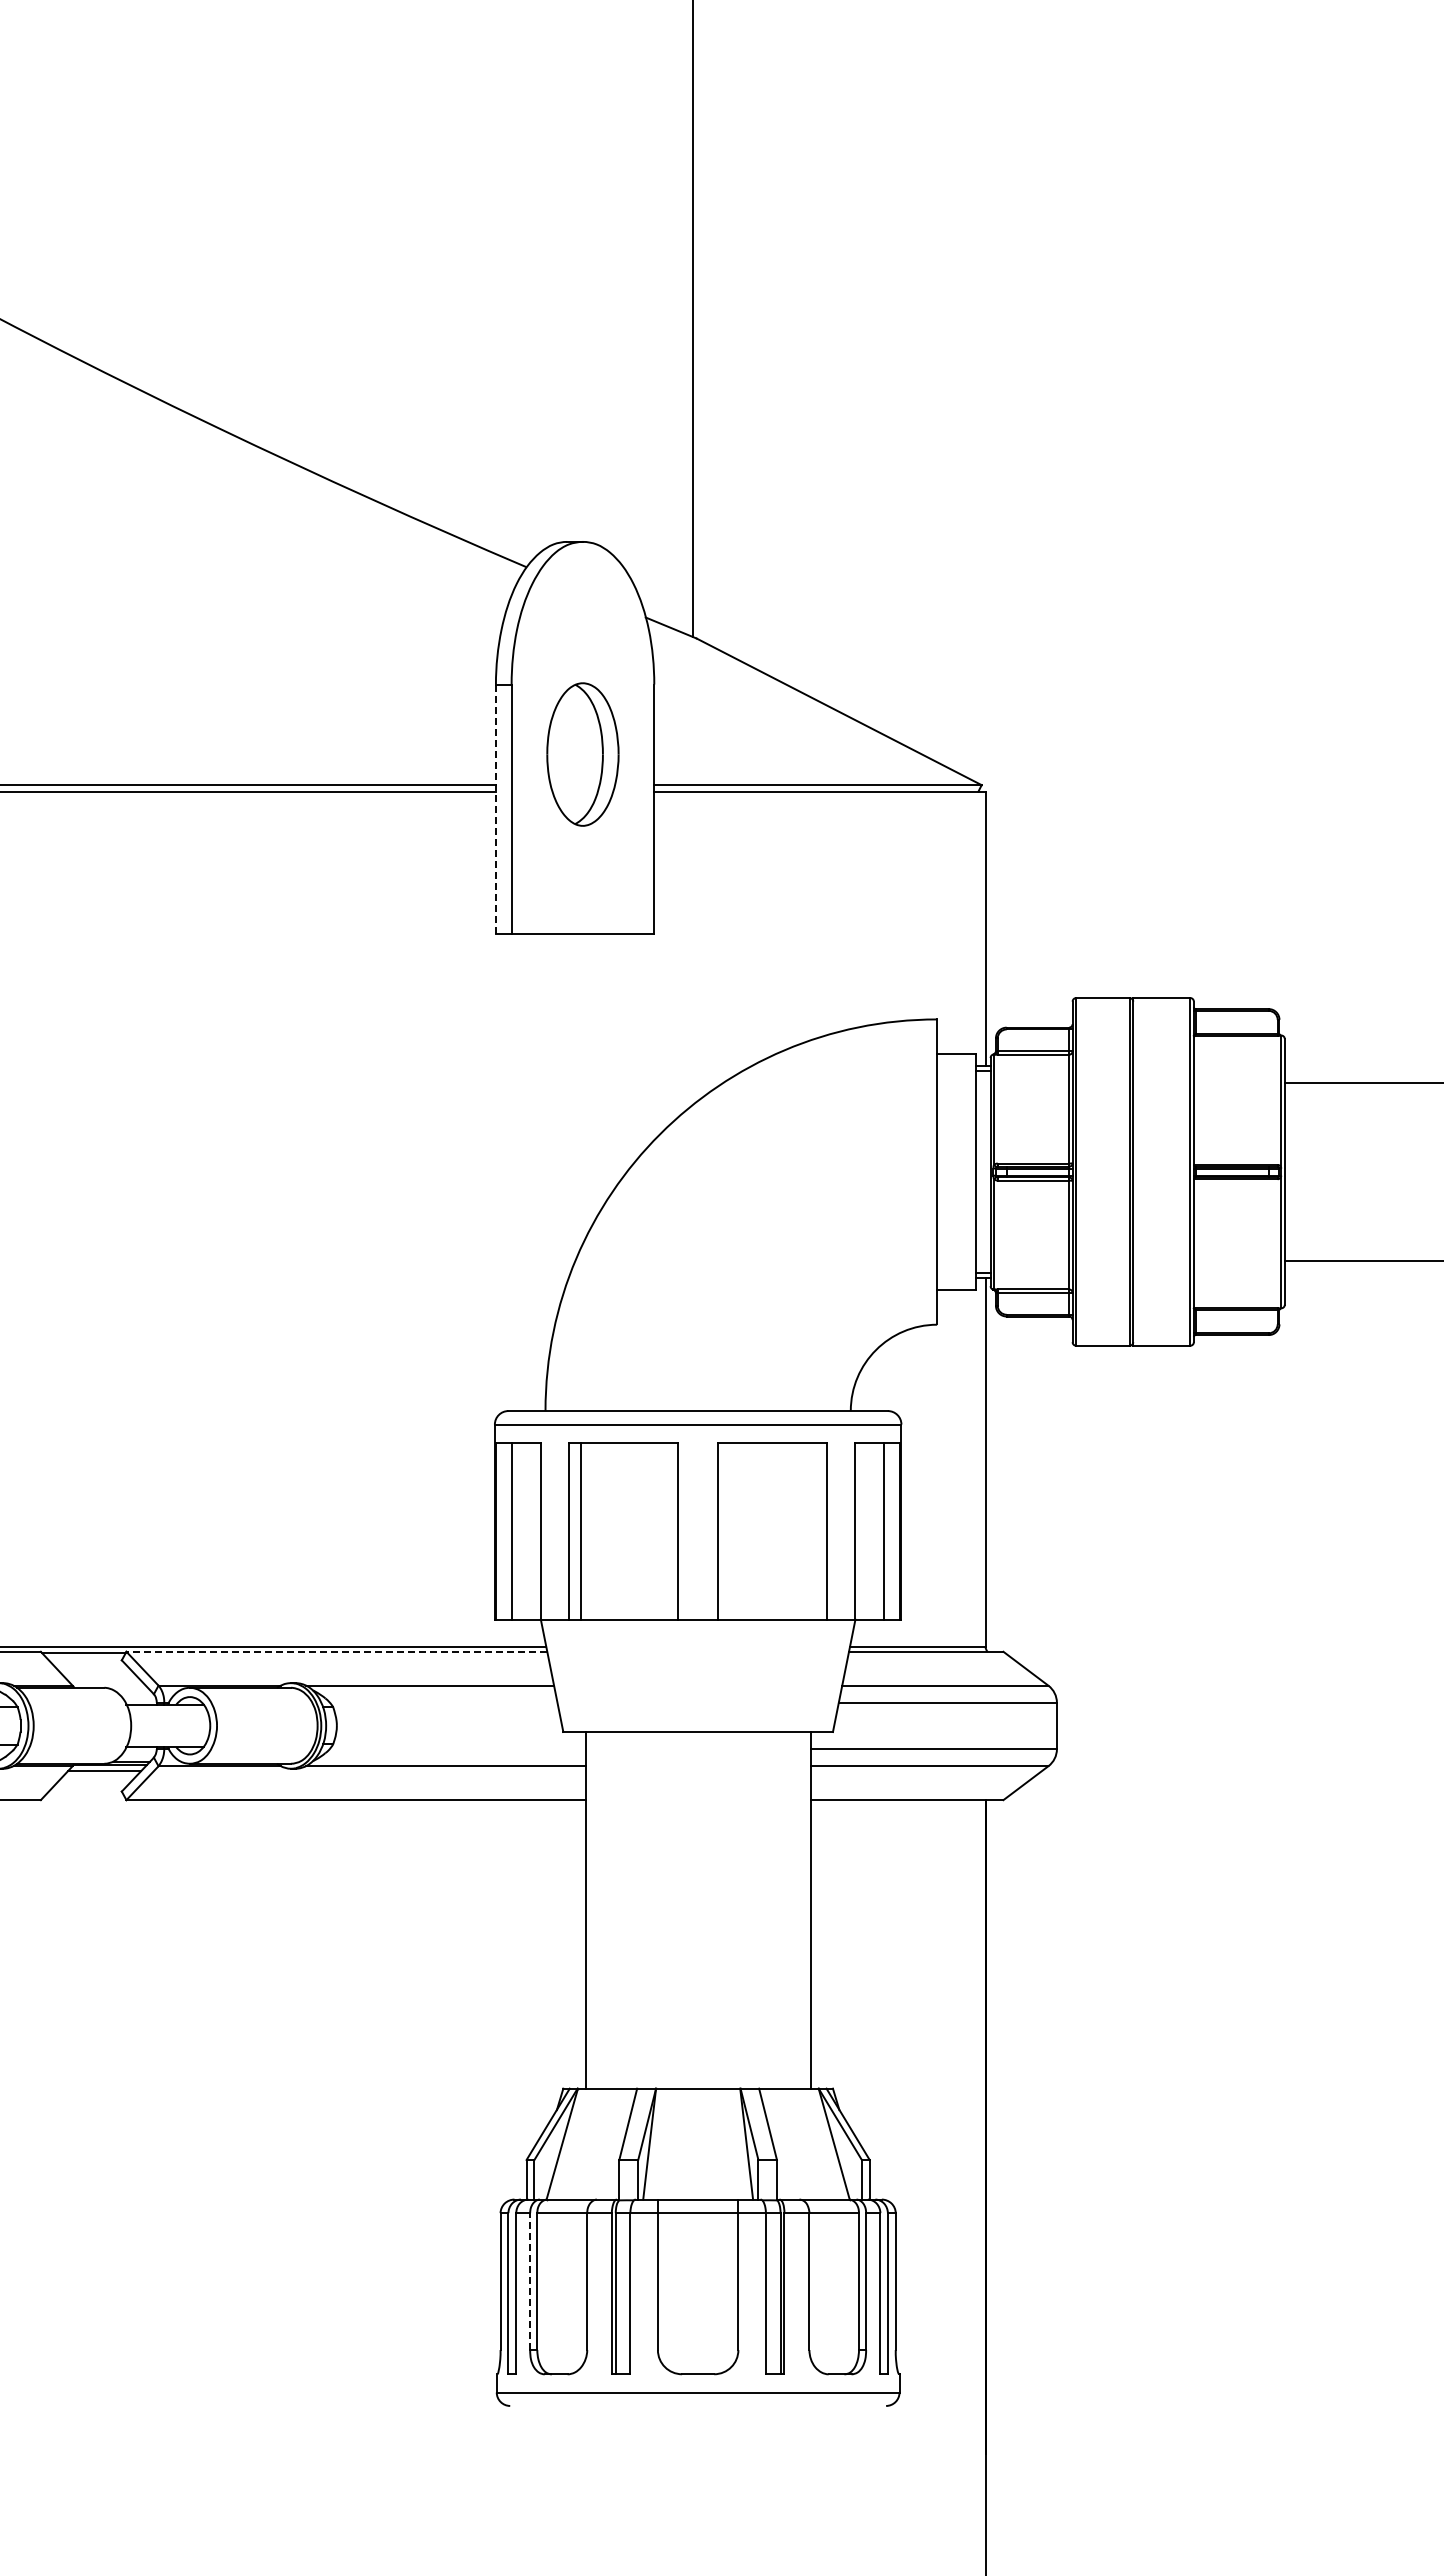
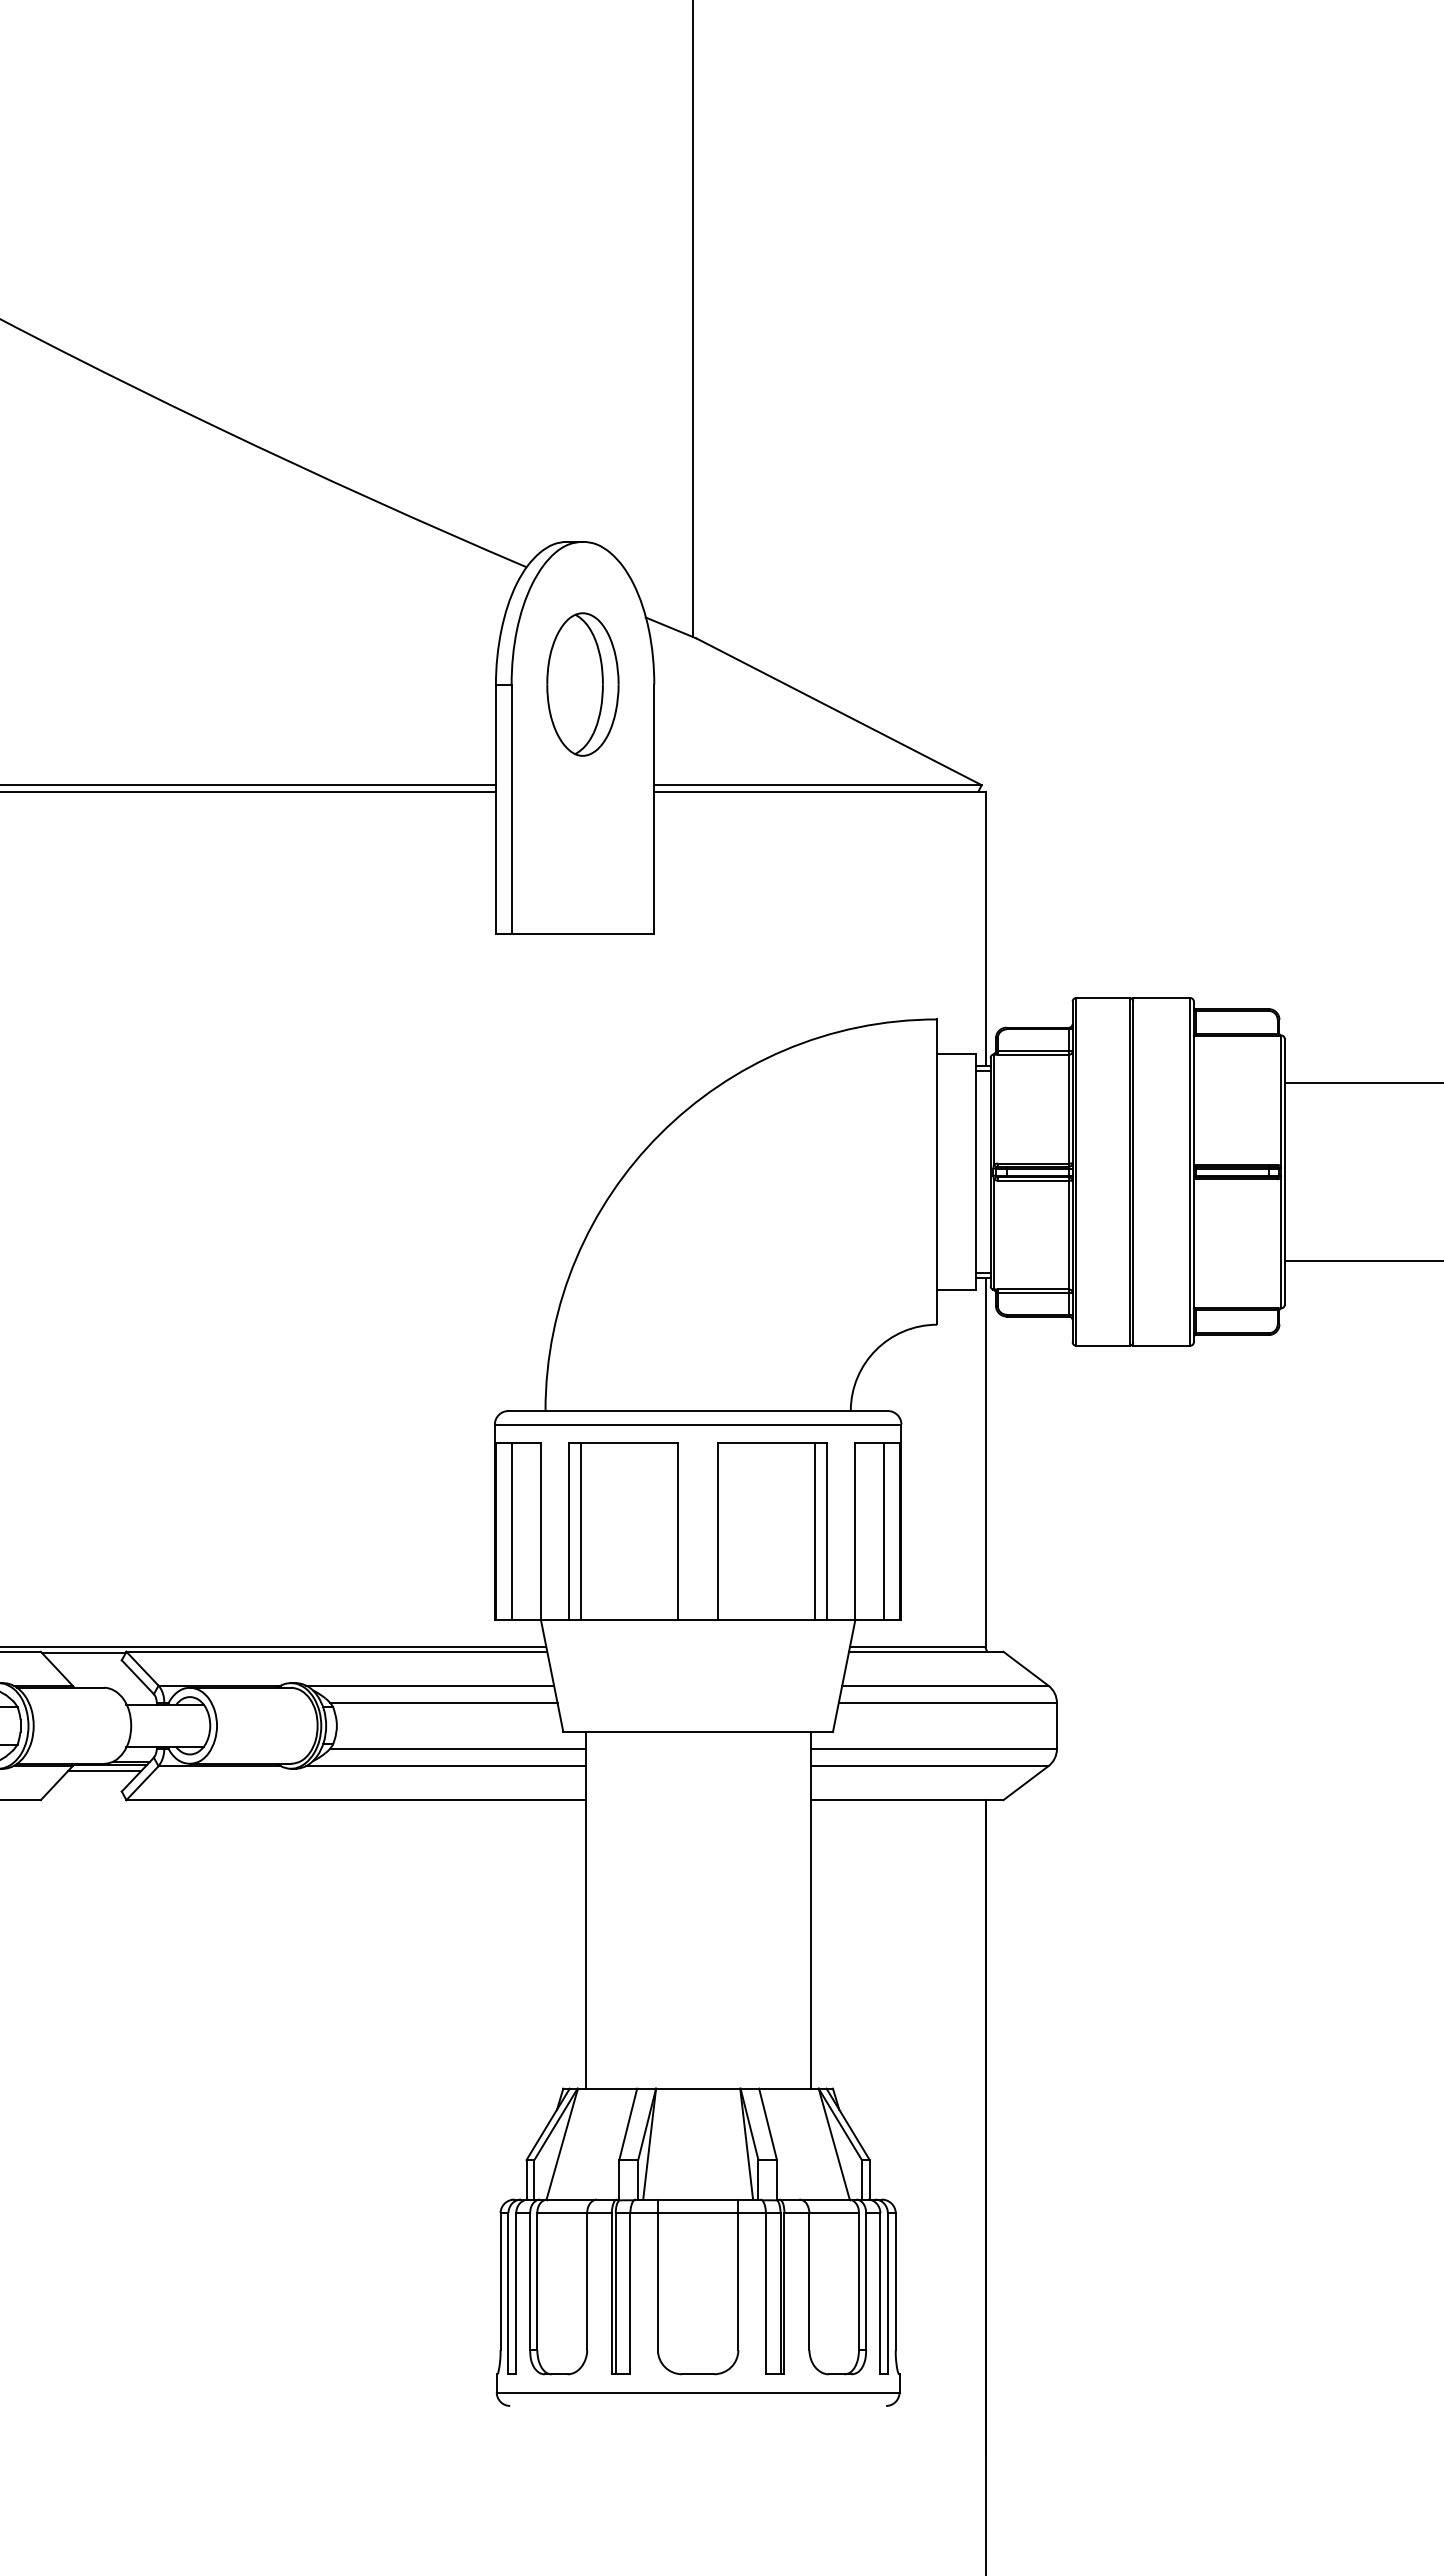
part at (582, 754) position: (582, 754) -> (582, 684)
line at (495, 809): dashed -> solid
line at (815, 1531): none -> present
line at (336, 1651): dashed -> solid
line at (443, 1702): none -> present
line at (457, 1749): none -> present
line at (530, 2281): dashed -> solid
